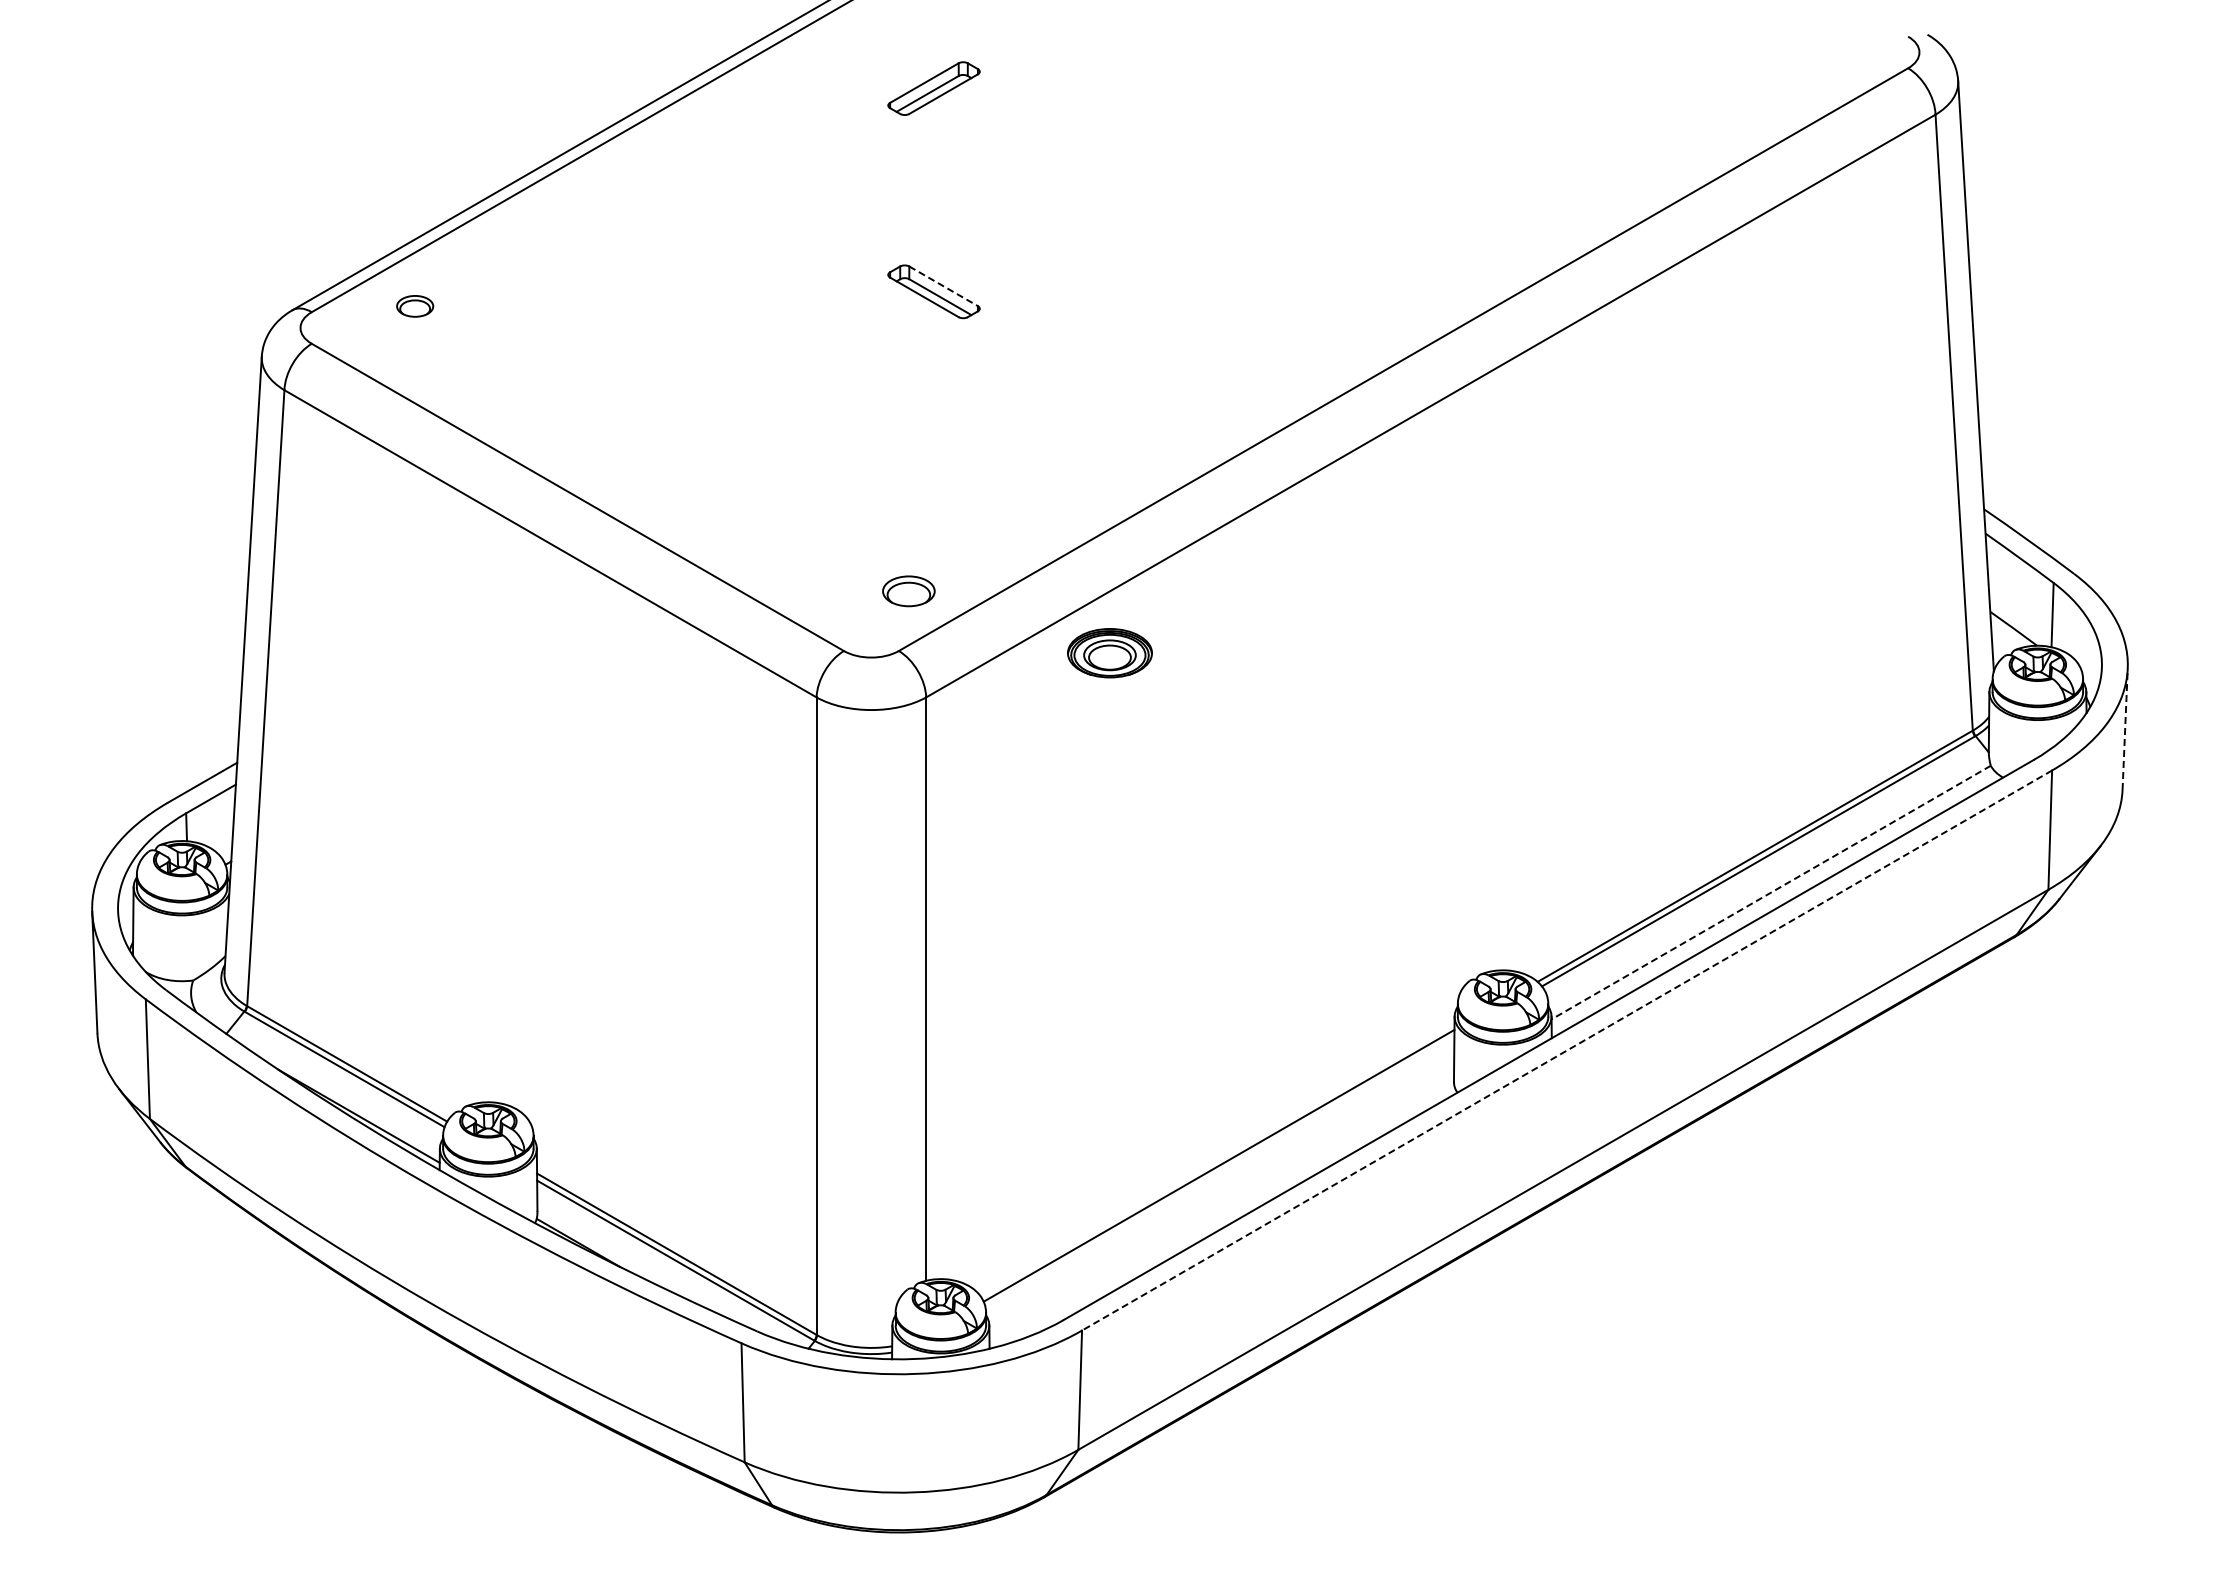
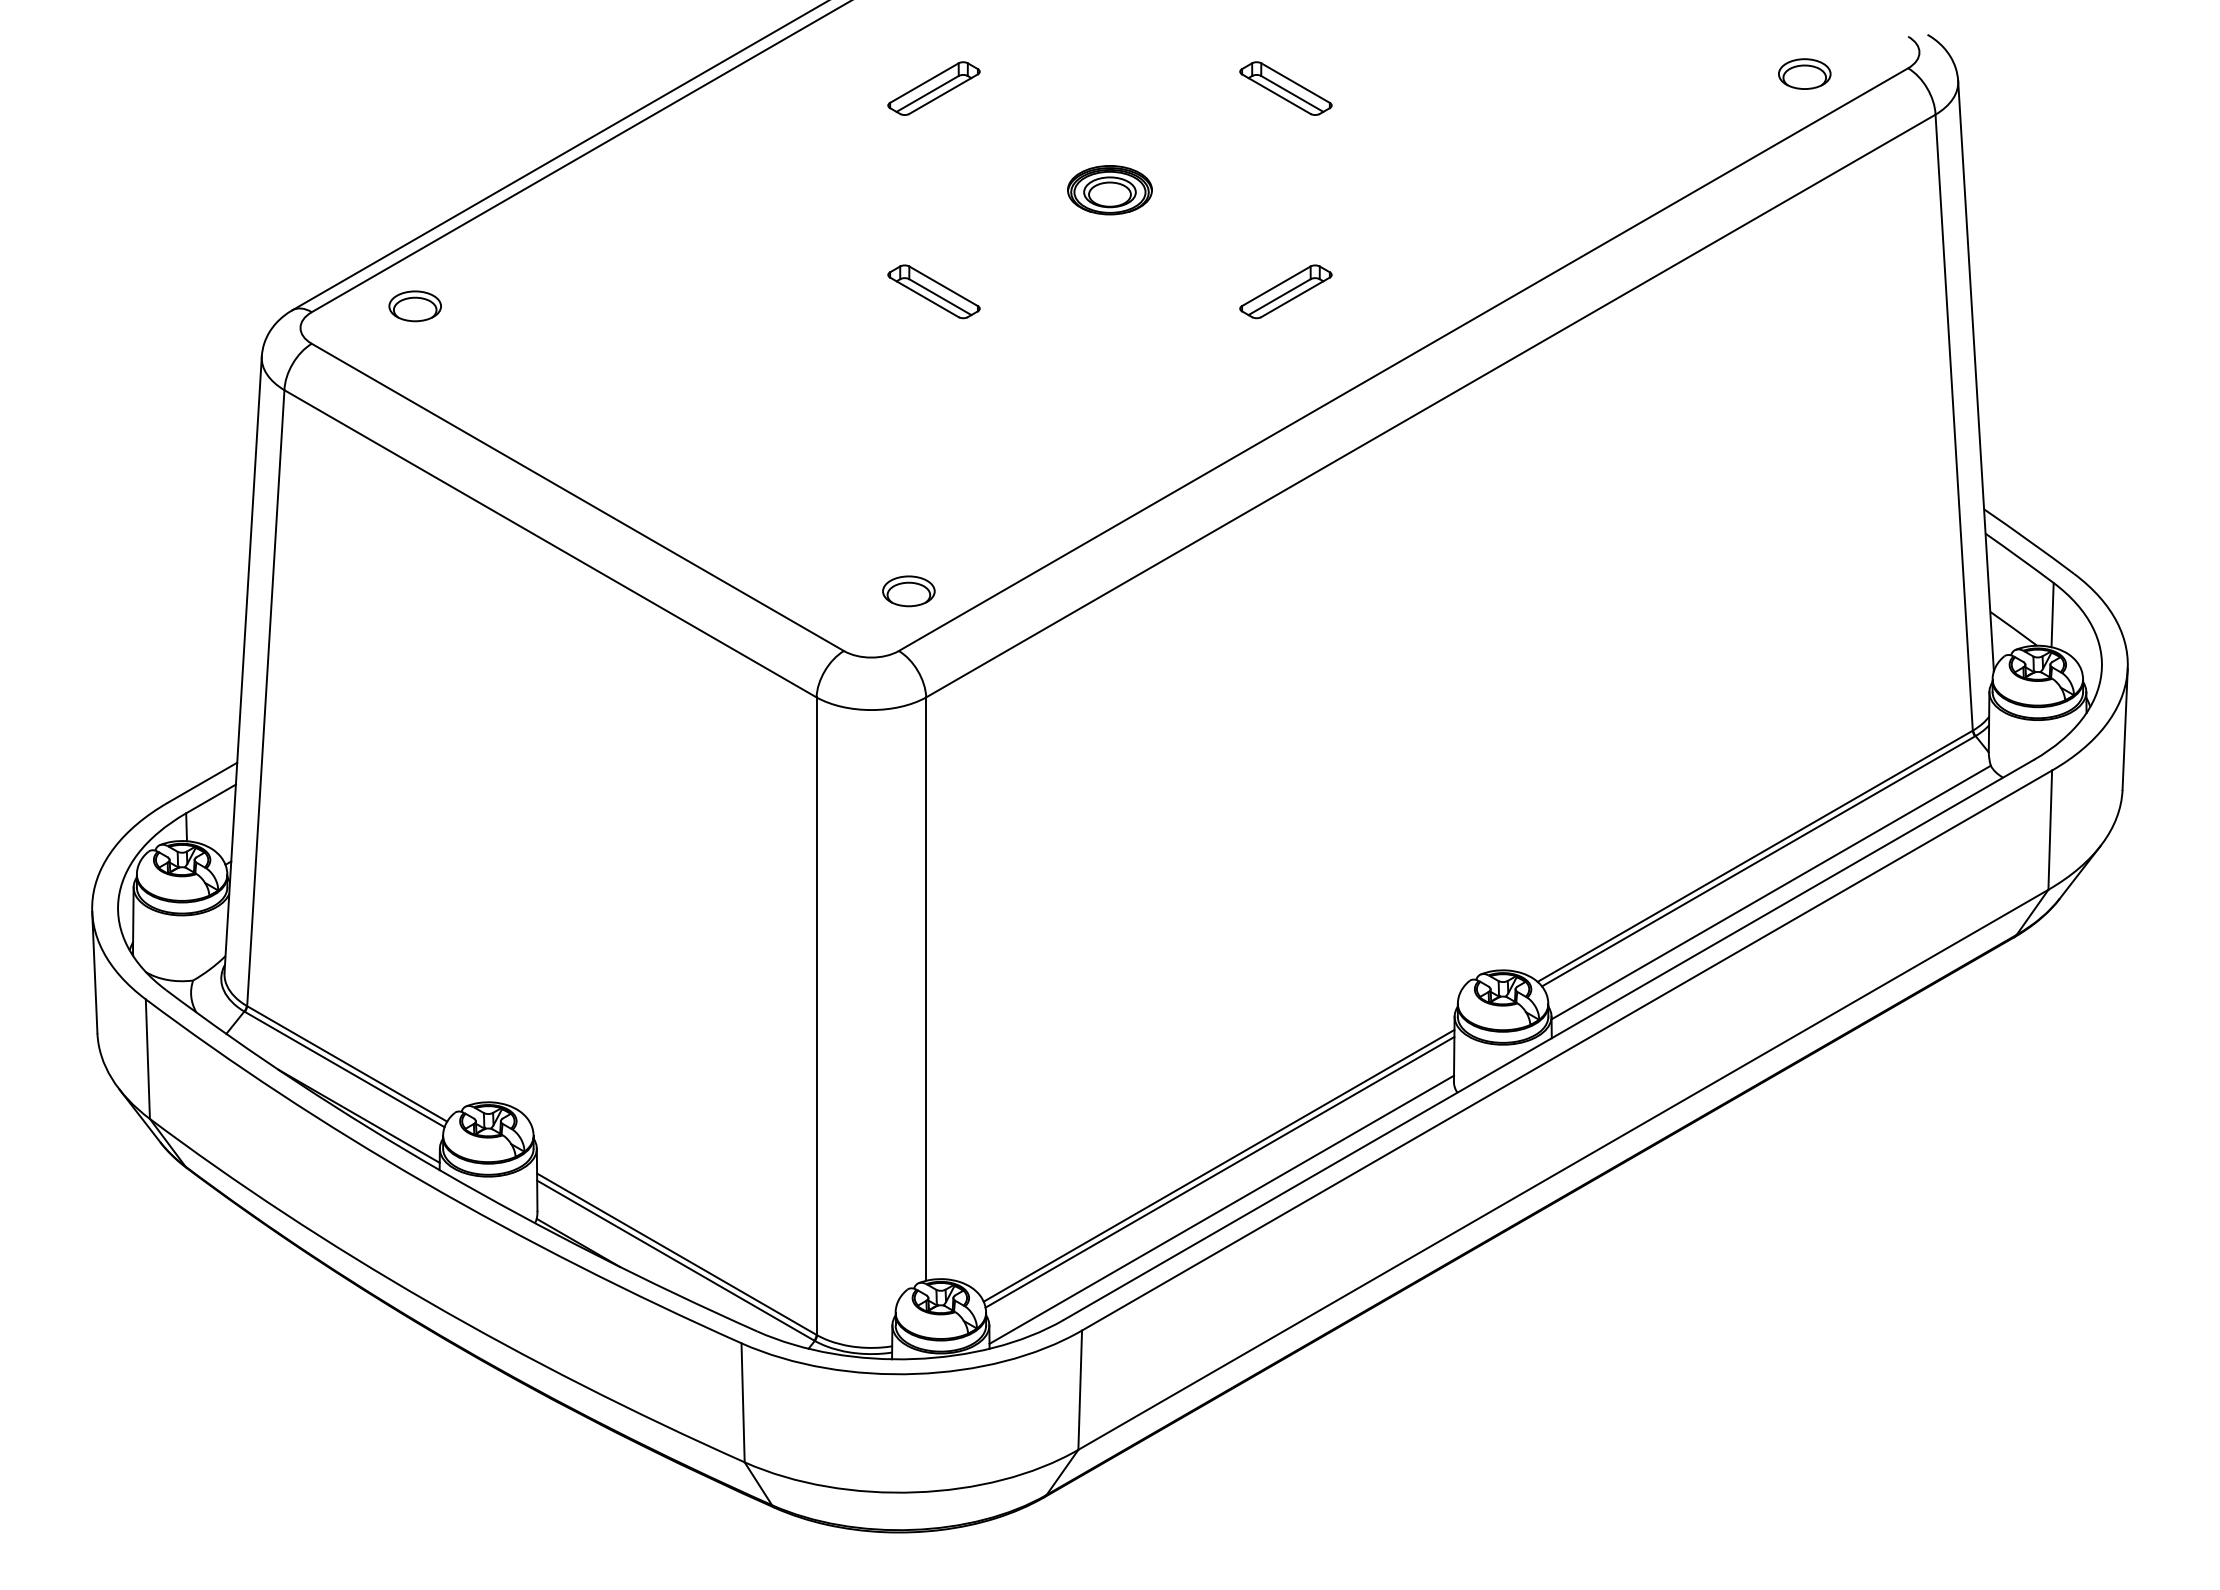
part at (1804, 73): none -> present
part at (1285, 88): none -> present
line at (943, 286): dashed -> solid
part at (1285, 291): none -> present
part at (415, 306) size: 39x23 px -> 54x33 px
part at (1109, 653) position: (1109, 653) -> (1109, 190)
line at (2125, 729): dashed -> solid
line at (1771, 892): dashed -> solid
line at (1566, 1050): dashed -> solid
line at (1219, 1171): none -> present
line at (1221, 1209): none -> present
